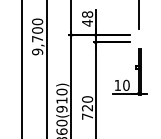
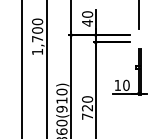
text at (87, 14): 48 -> 40
text at (37, 51): 9,700 -> 1,700
